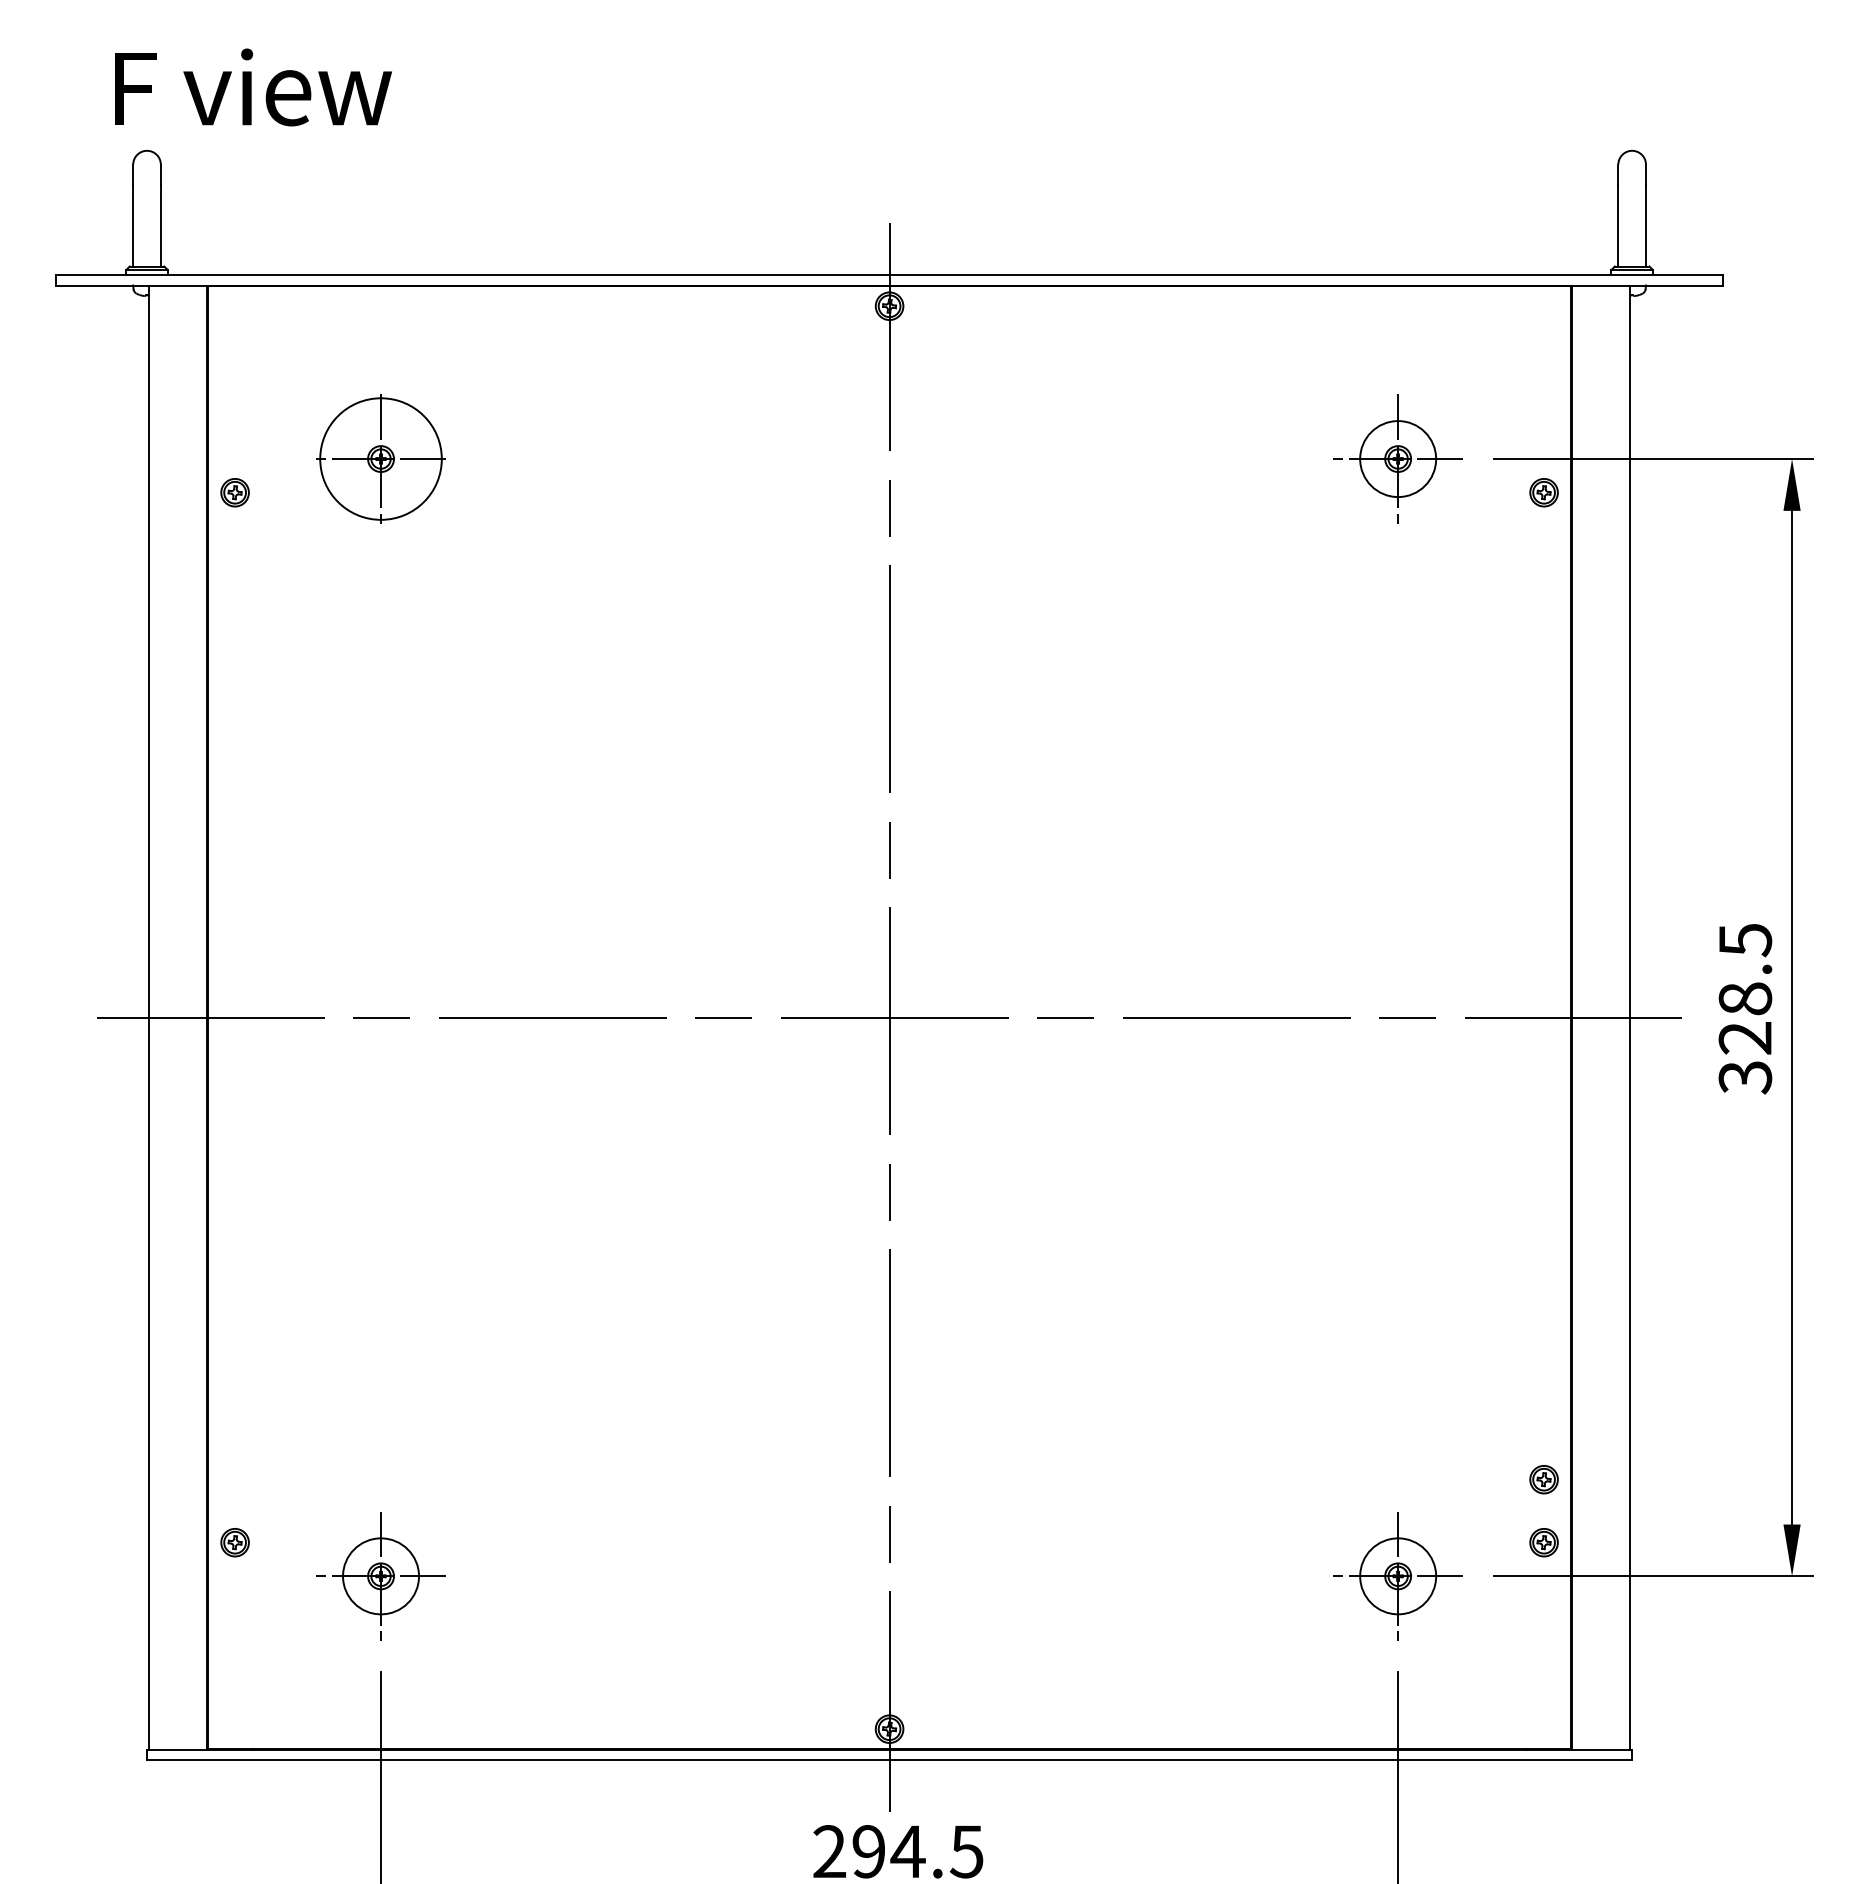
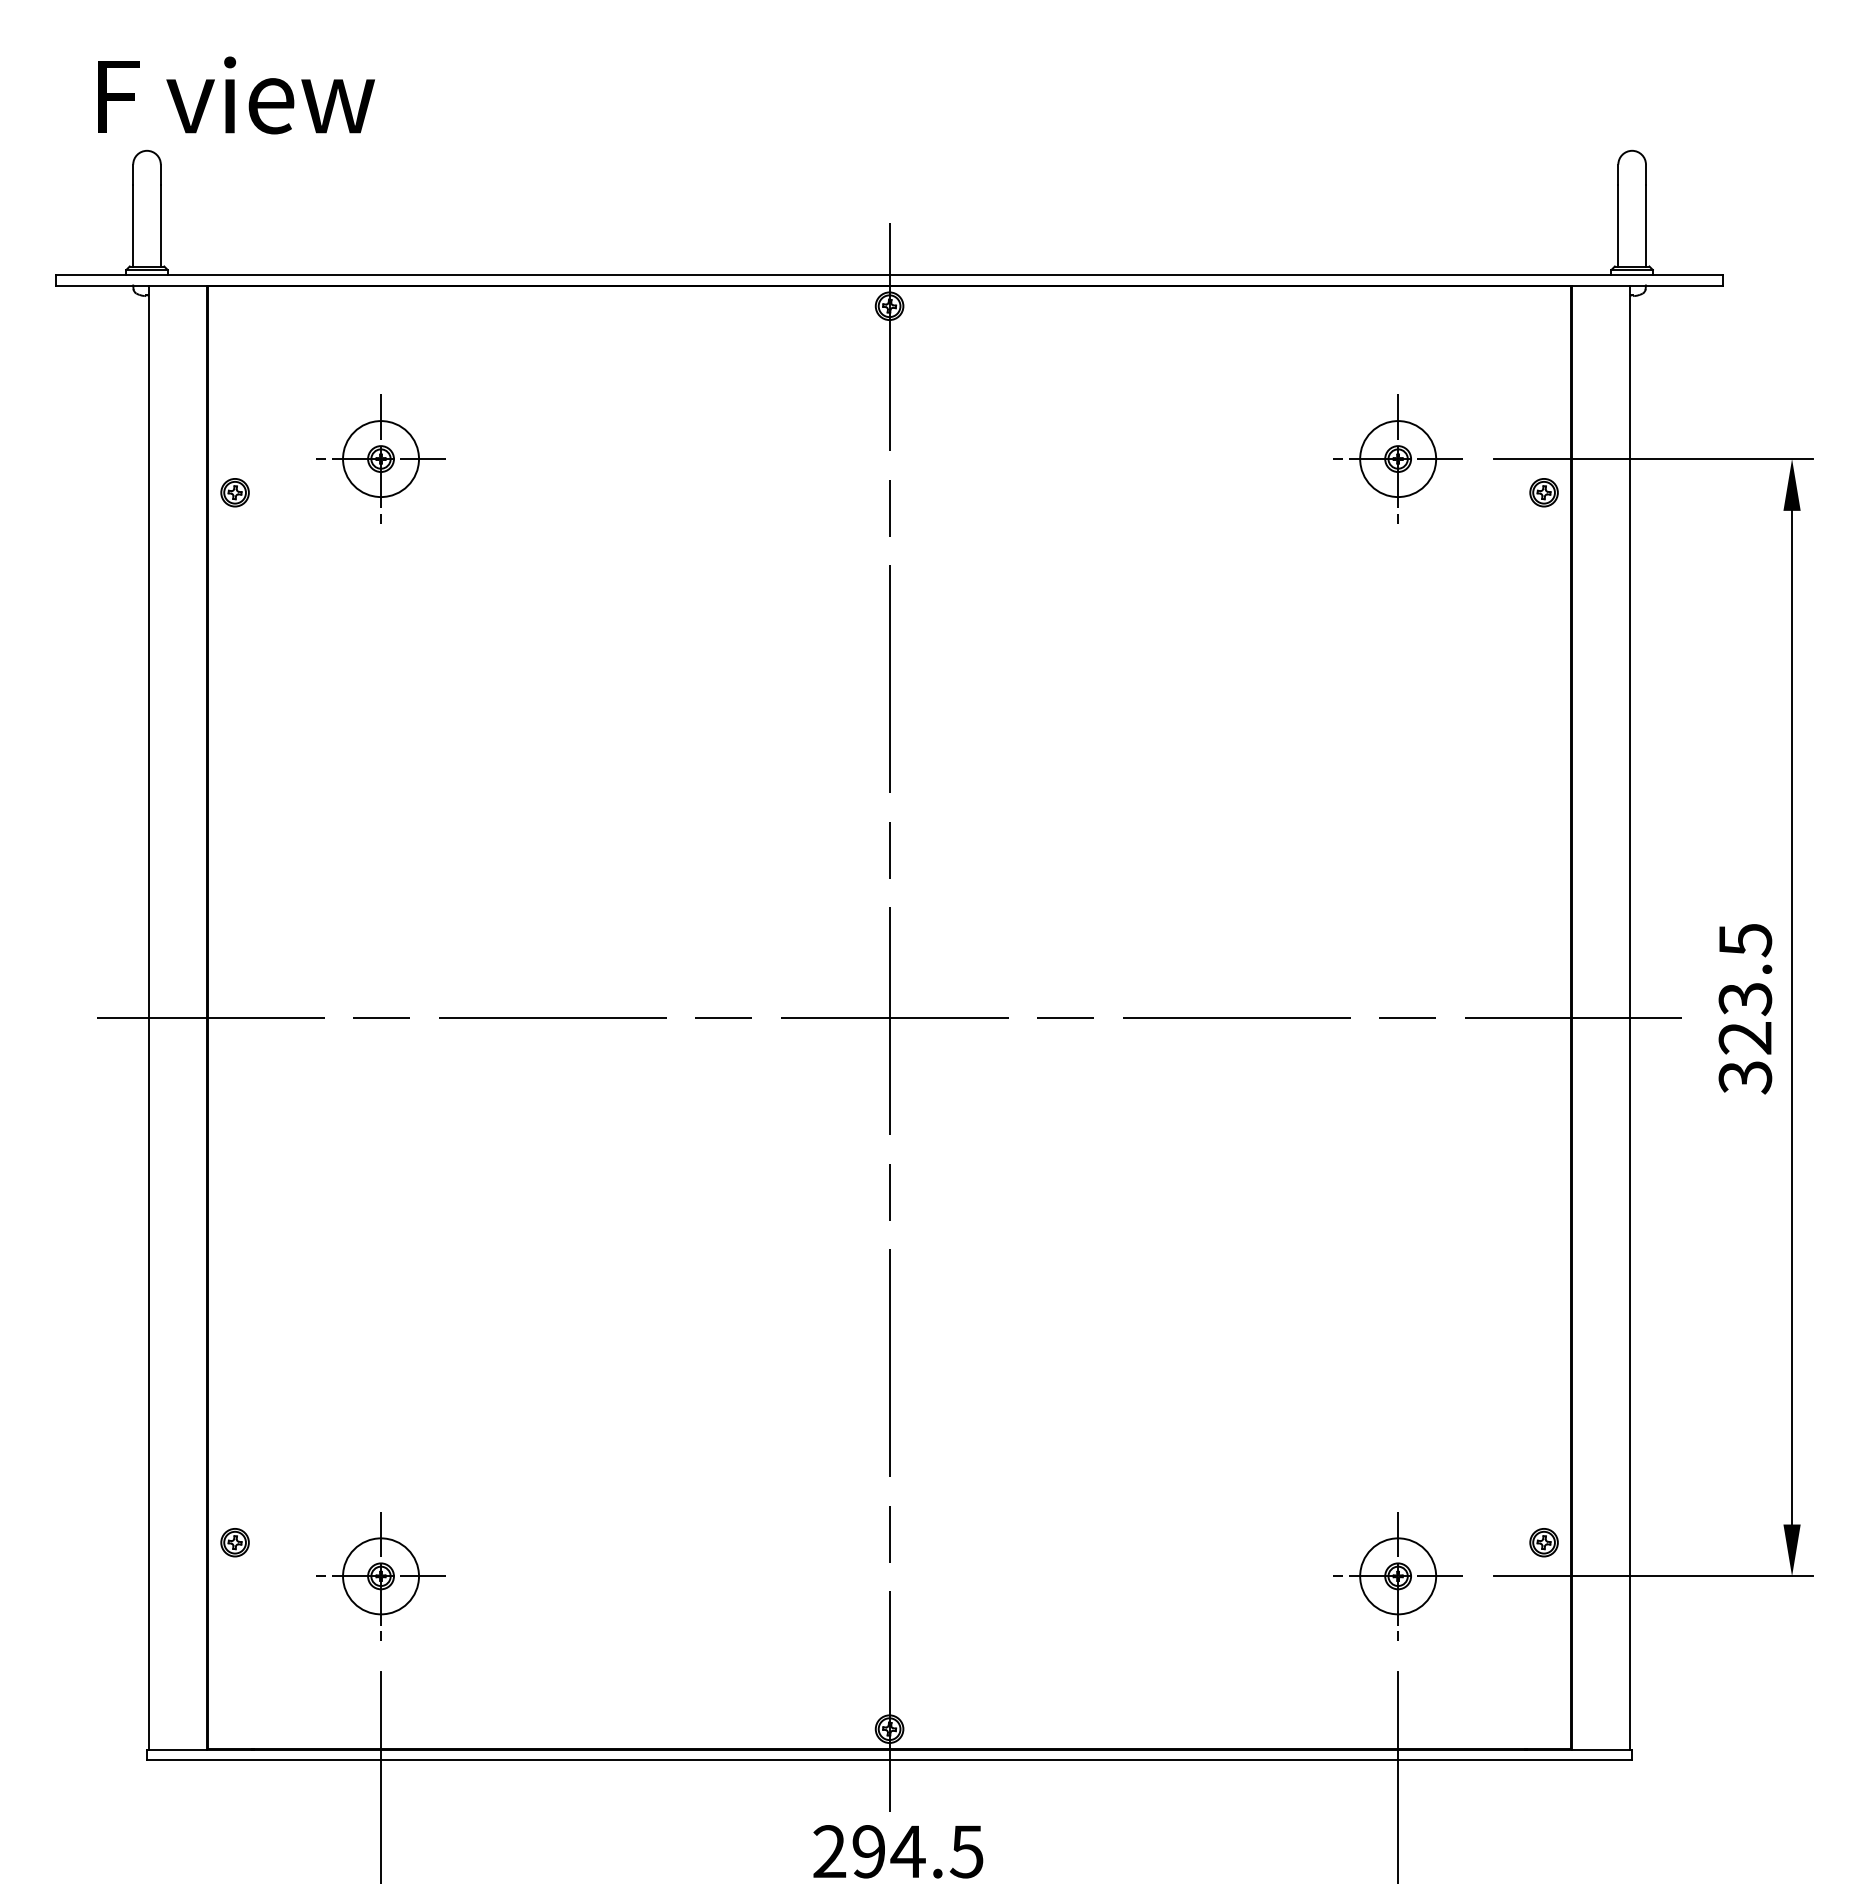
text at (253, 87) position: (253, 87) -> (236, 95)
circle at (380, 458) diameter: 122 px -> 76 px
text at (1745, 999): 328.5 -> 323.5
part at (1543, 1479): present -> none
